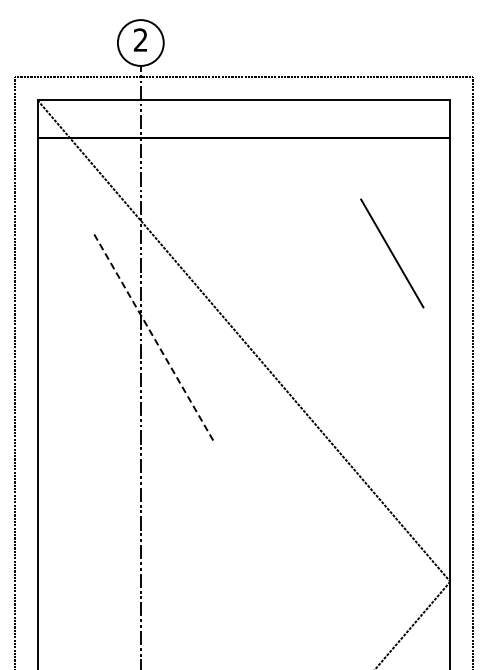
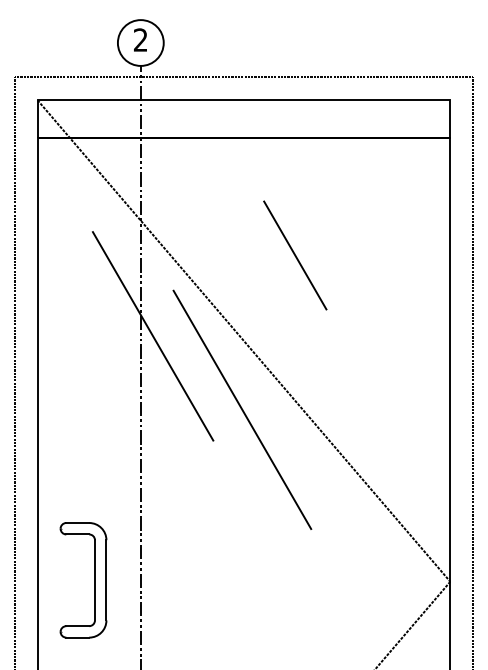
line at (392, 253) position: (392, 253) -> (295, 255)
line at (152, 335): dashed -> solid
line at (242, 409): none -> present
part at (94, 580): none -> present
